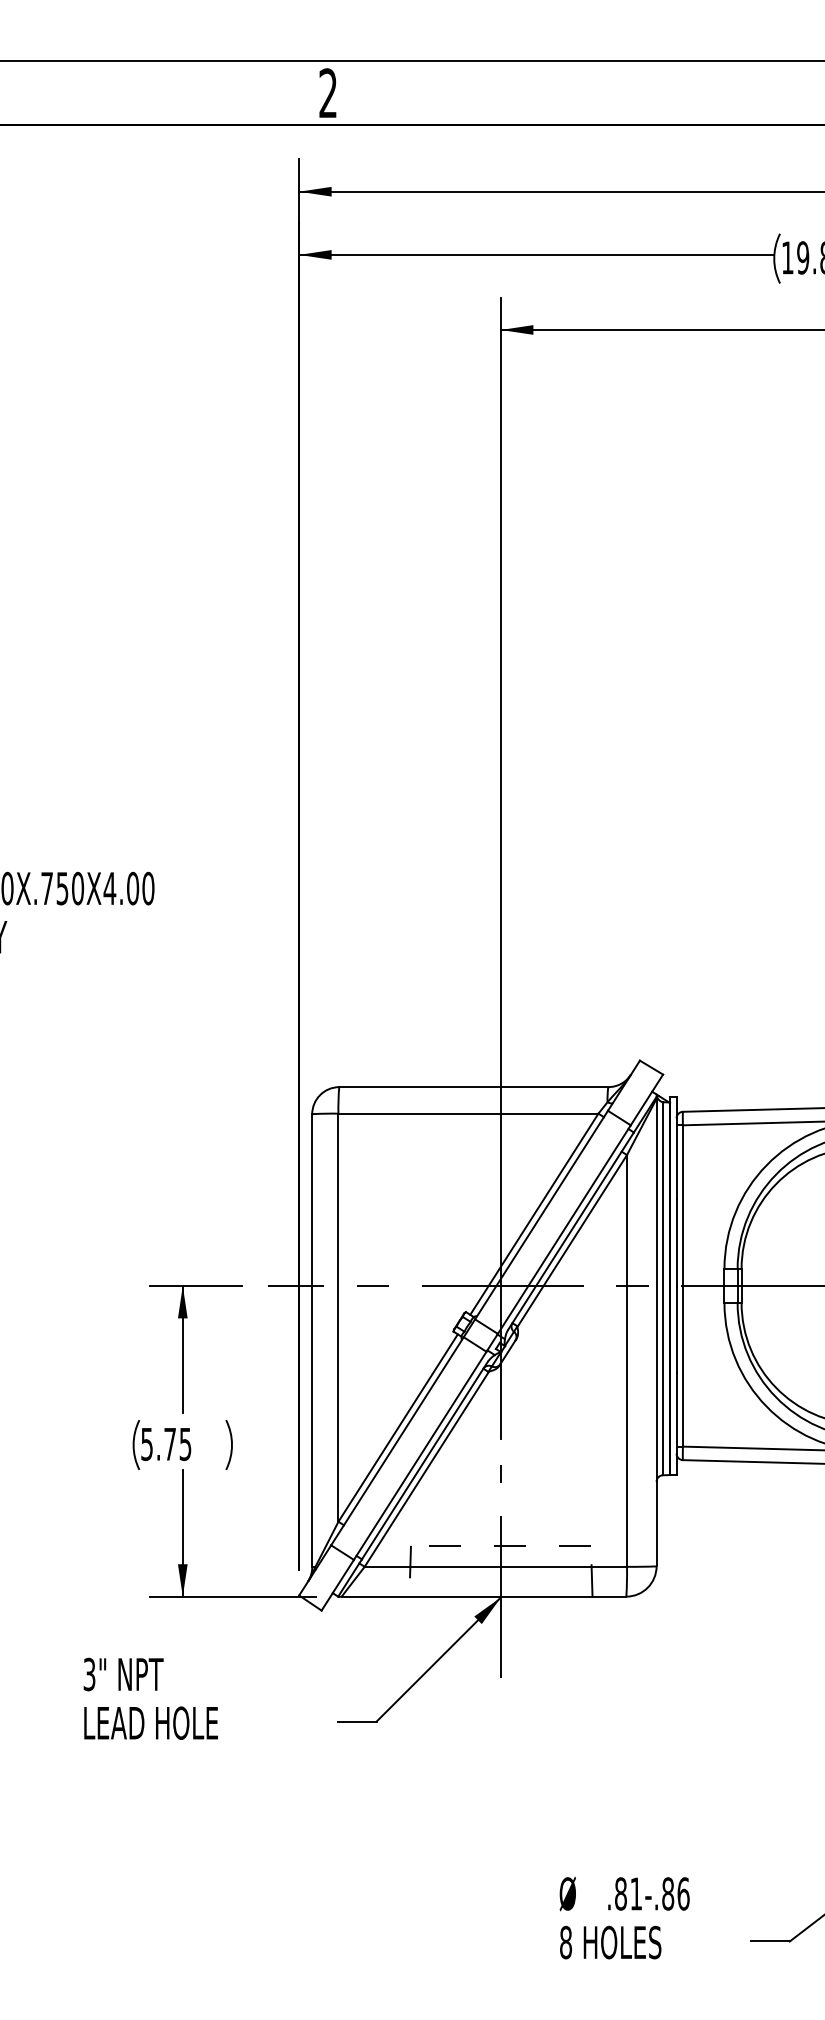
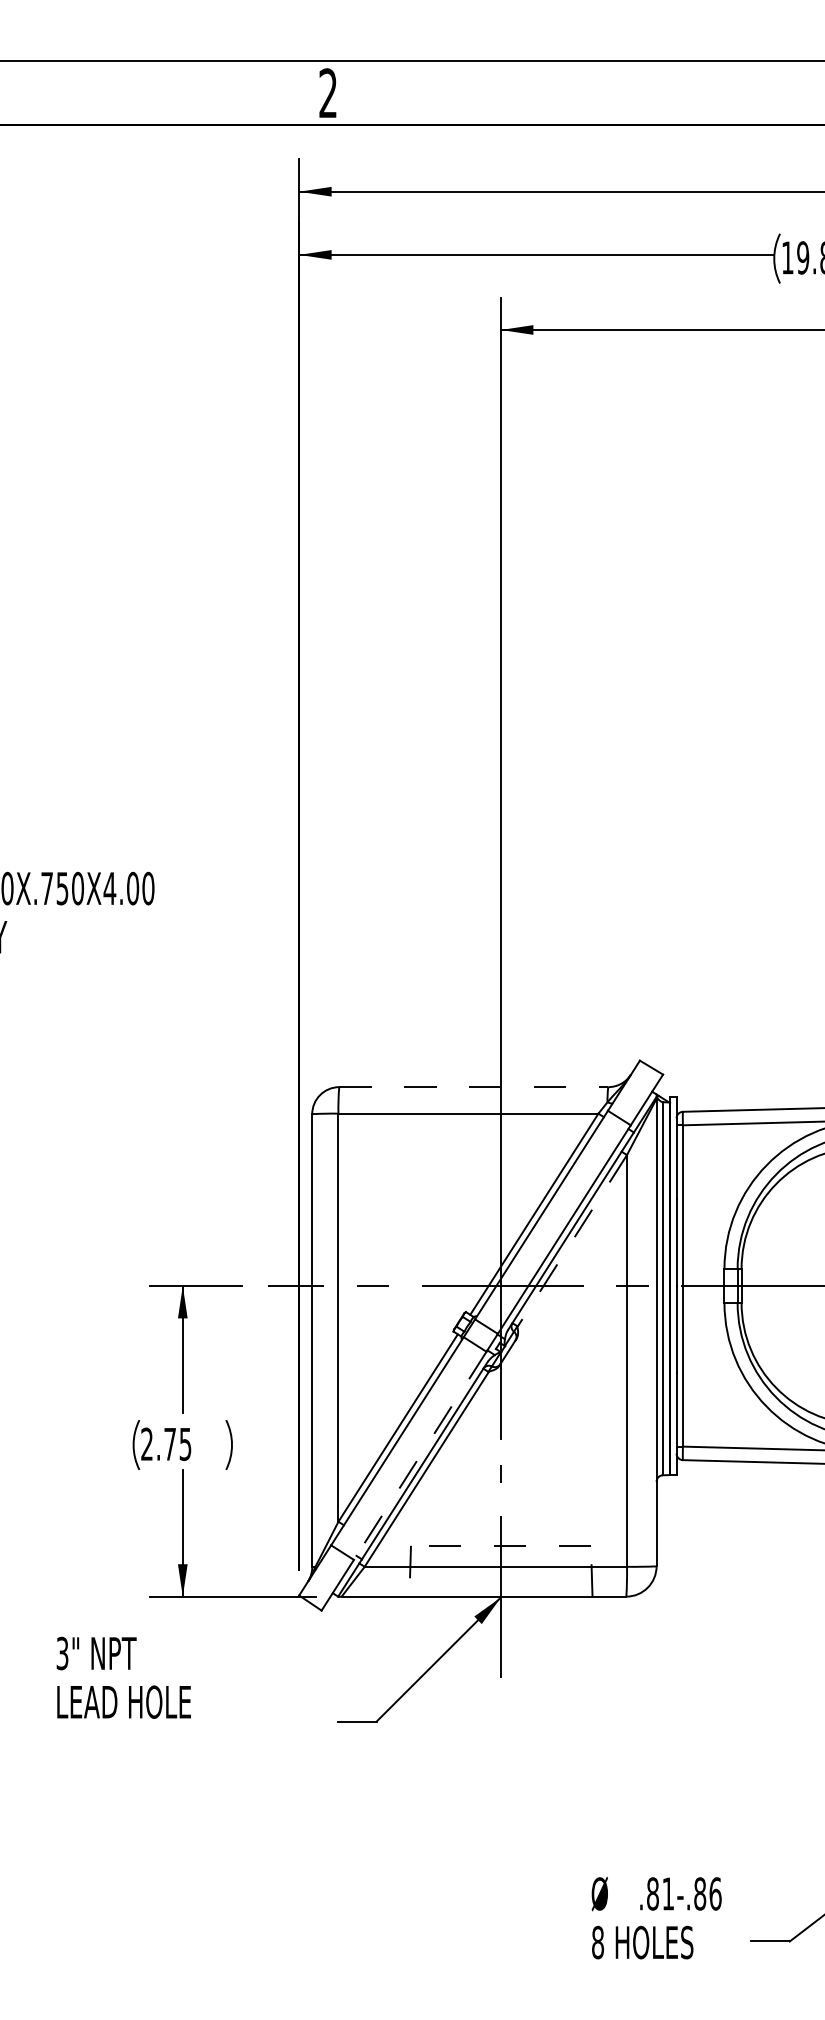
line at (474, 1087): solid -> dashed
line at (572, 1241): solid -> dashed
text at (146, 1444): 5.75 -> 2.75
line at (419, 1456): solid -> dashed
text at (150, 1698) position: (150, 1698) -> (123, 1677)
text at (624, 1917) position: (624, 1917) -> (656, 1917)
